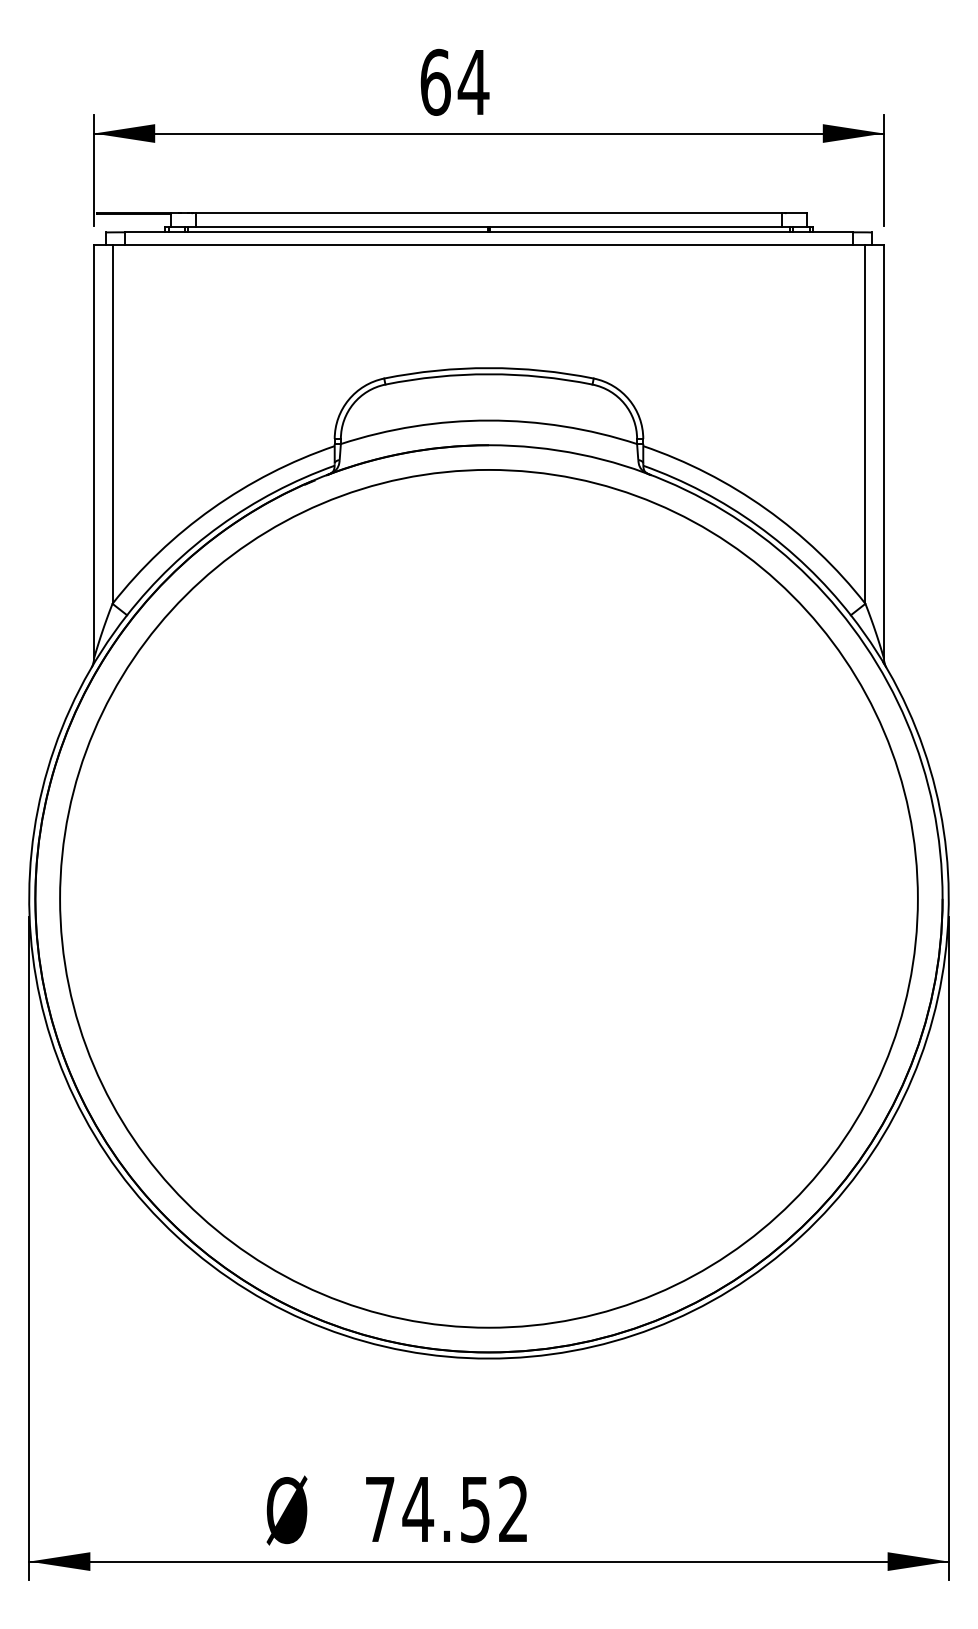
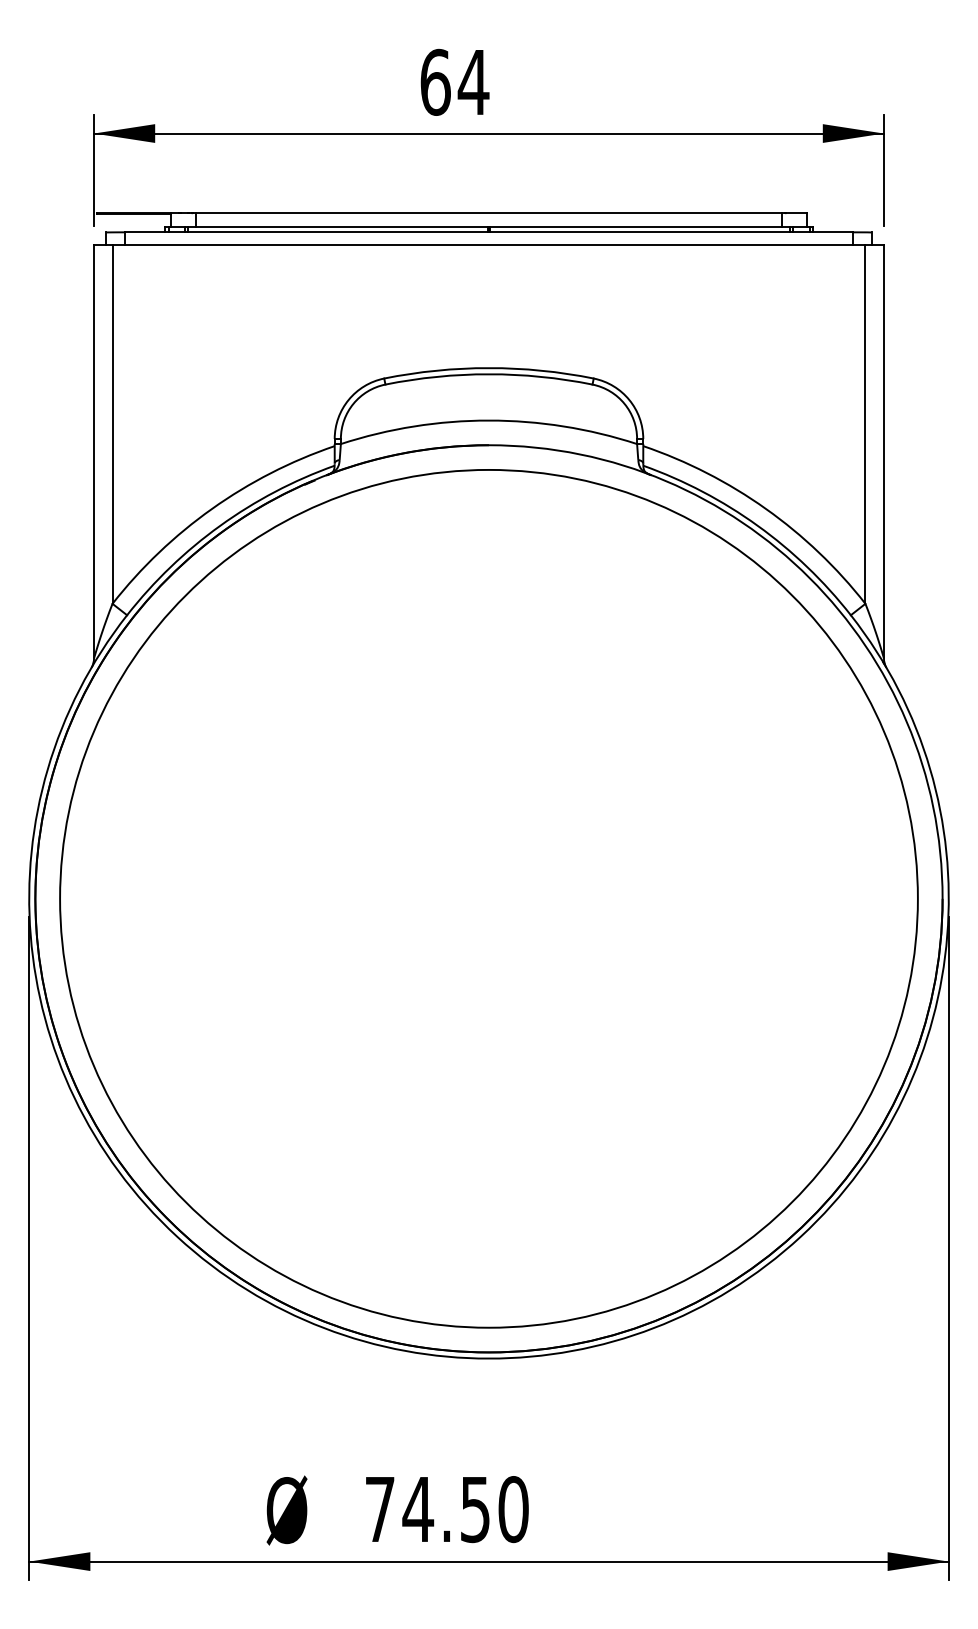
text at (513, 1509): 74.52 -> 74.50
